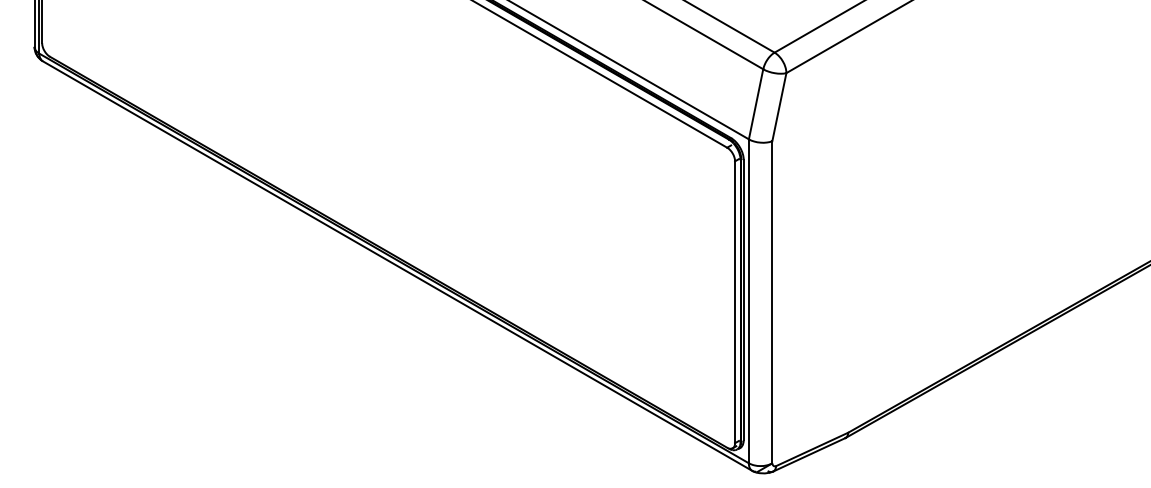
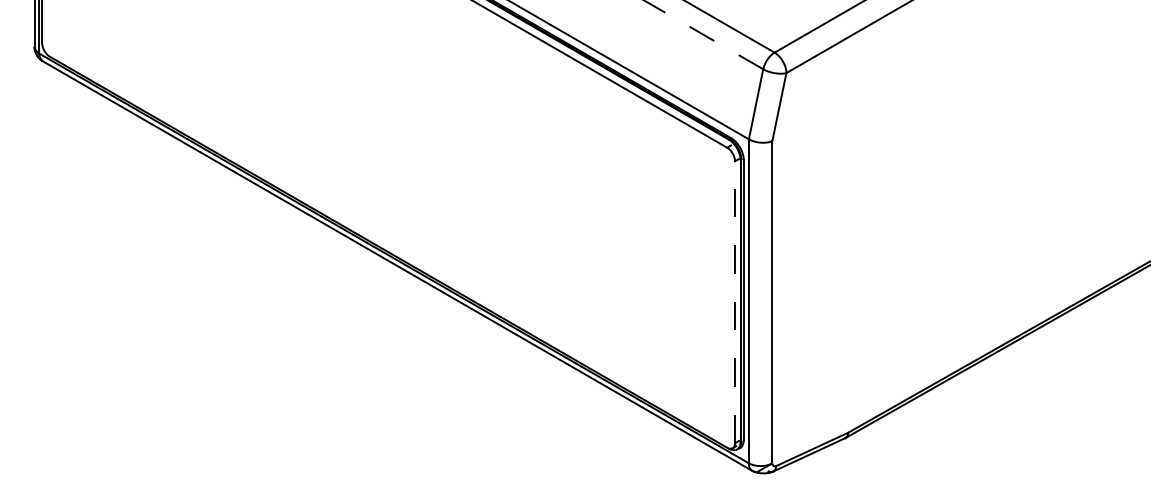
line at (703, 34): solid -> dashed
line at (735, 302): solid -> dashed
